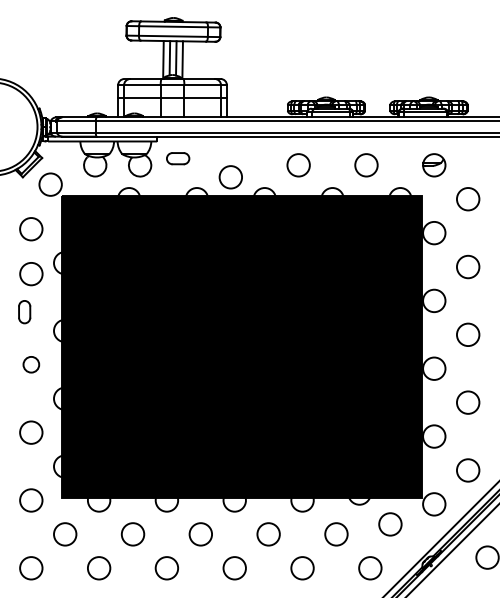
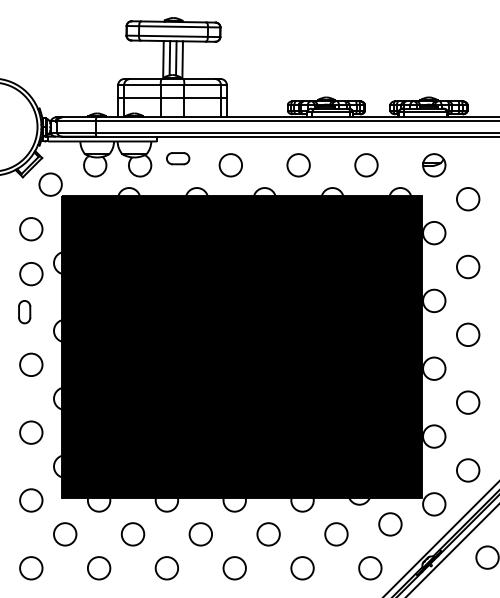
circle at (230, 177) position: (230, 177) -> (230, 165)
circle at (31, 364) size: 19x18 px -> 25x25 px
